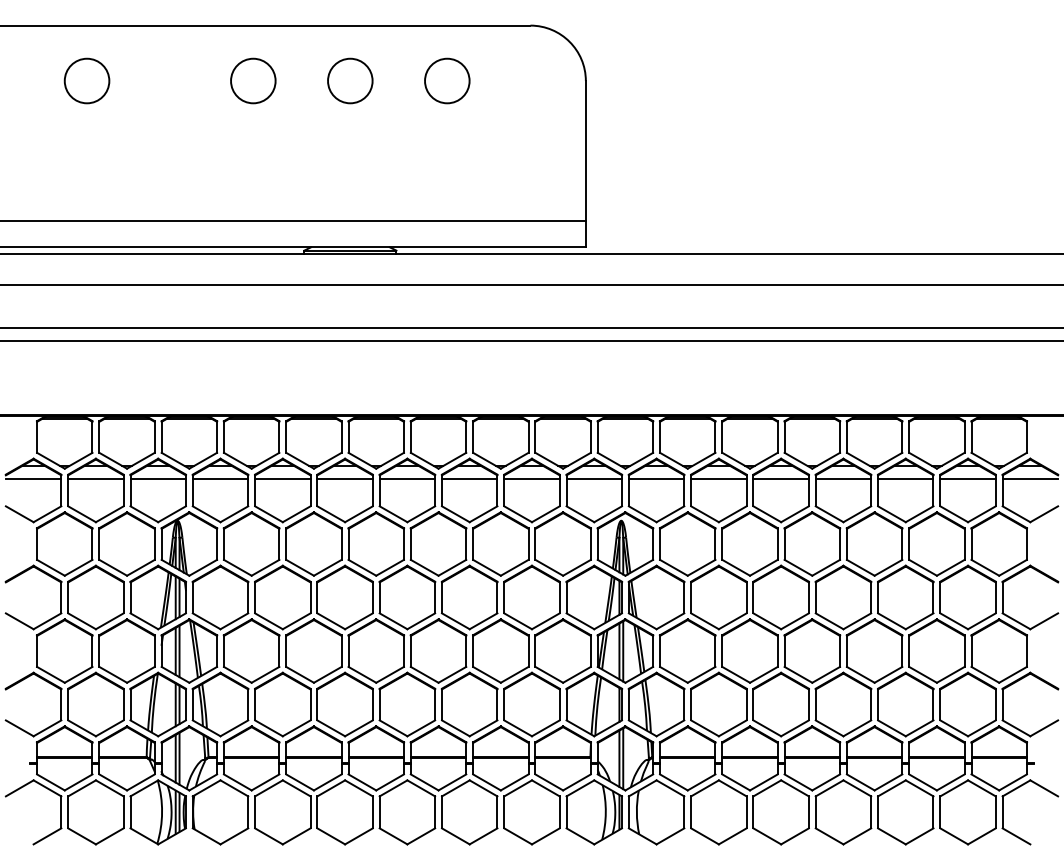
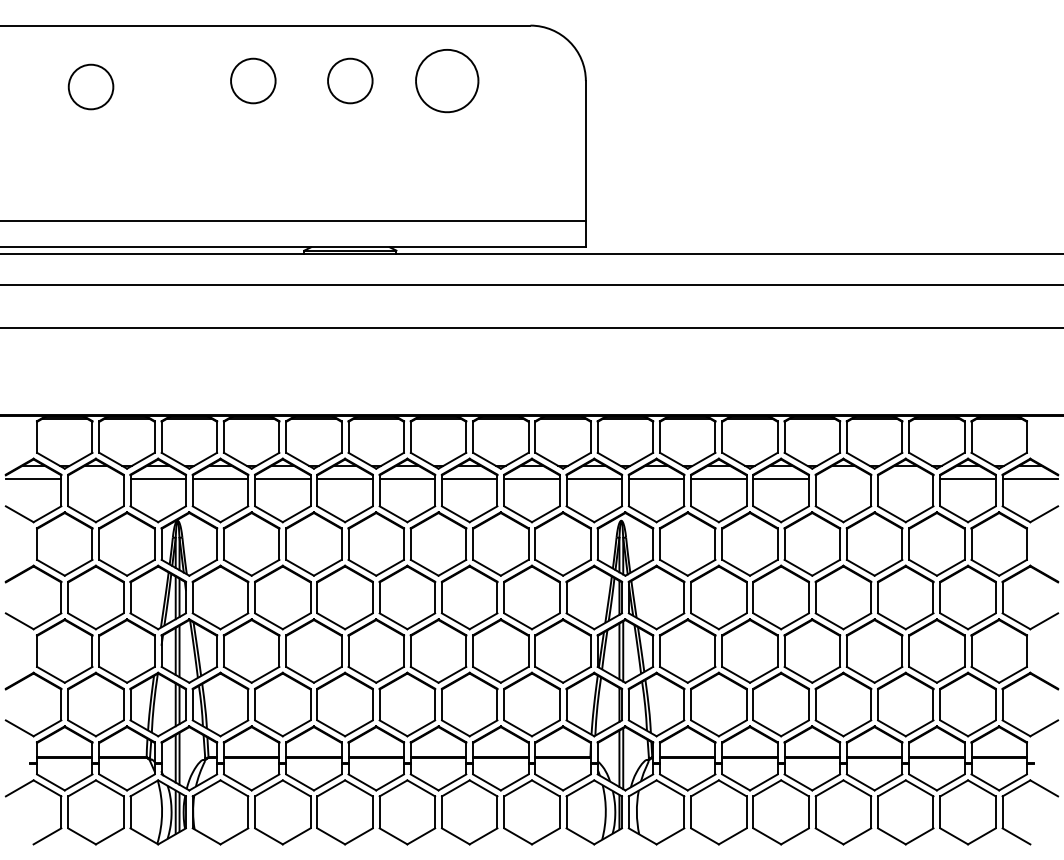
part at (86, 80) position: (86, 80) -> (90, 86)
part at (447, 80) size: 47x48 px -> 65x65 px
line at (531, 340): present -> none
line at (95, 478): present -> none
line at (843, 478): present -> none
line at (905, 478): present -> none
